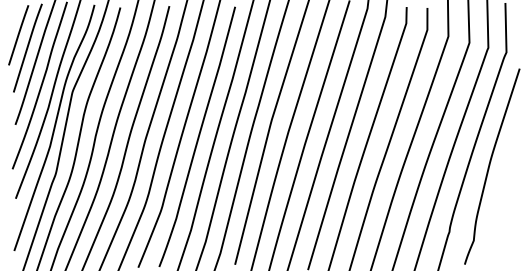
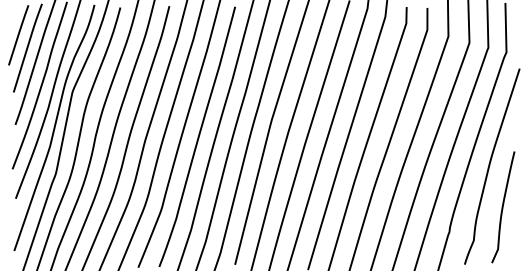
curve at (503, 207): none -> present
